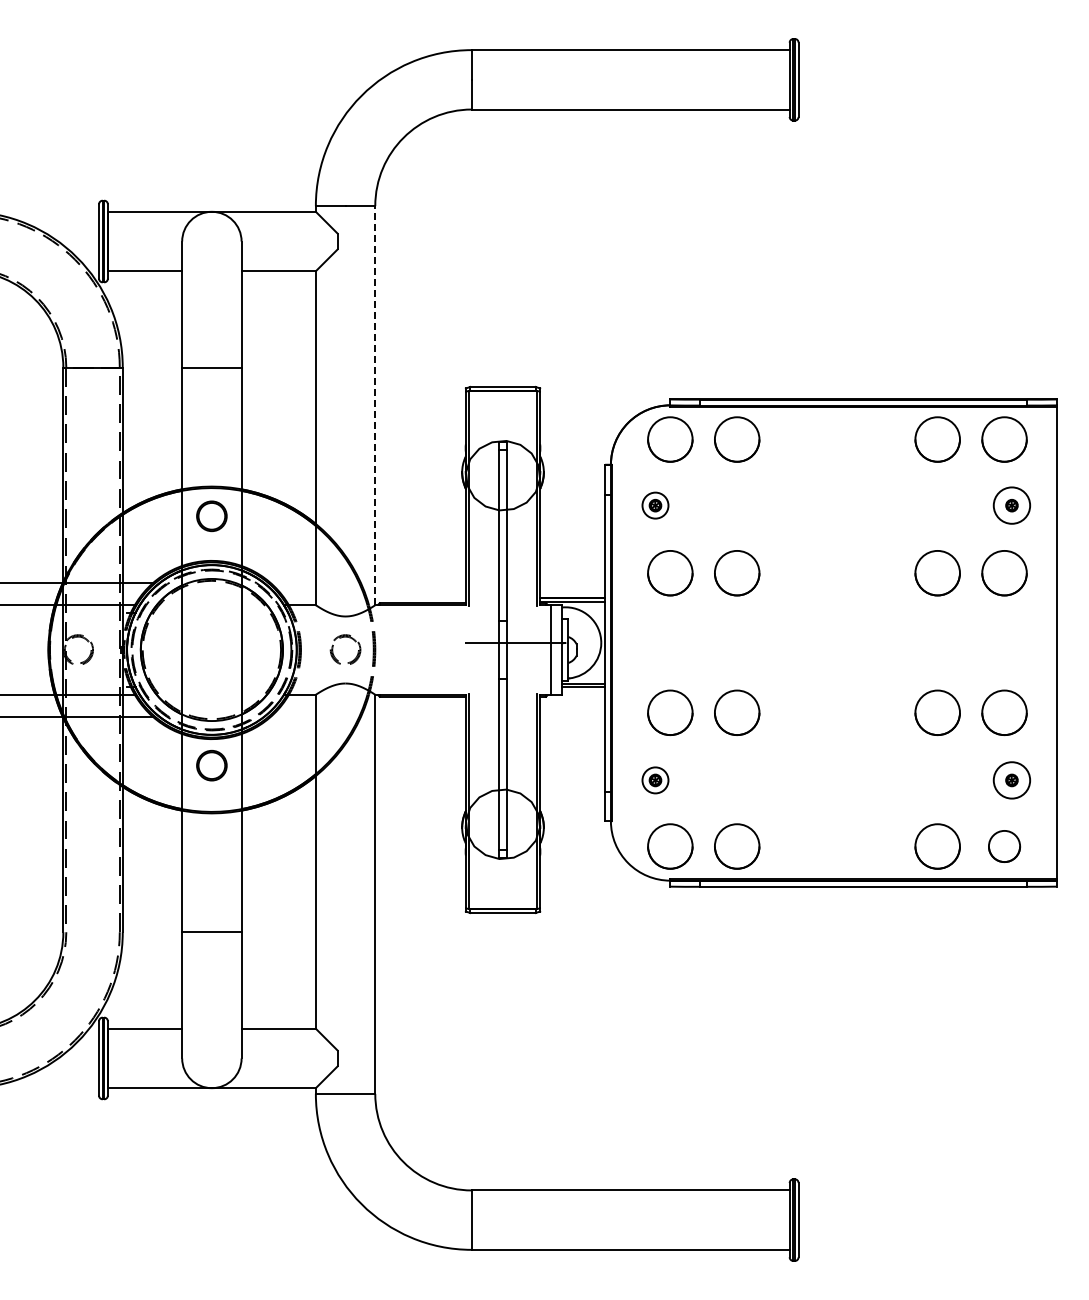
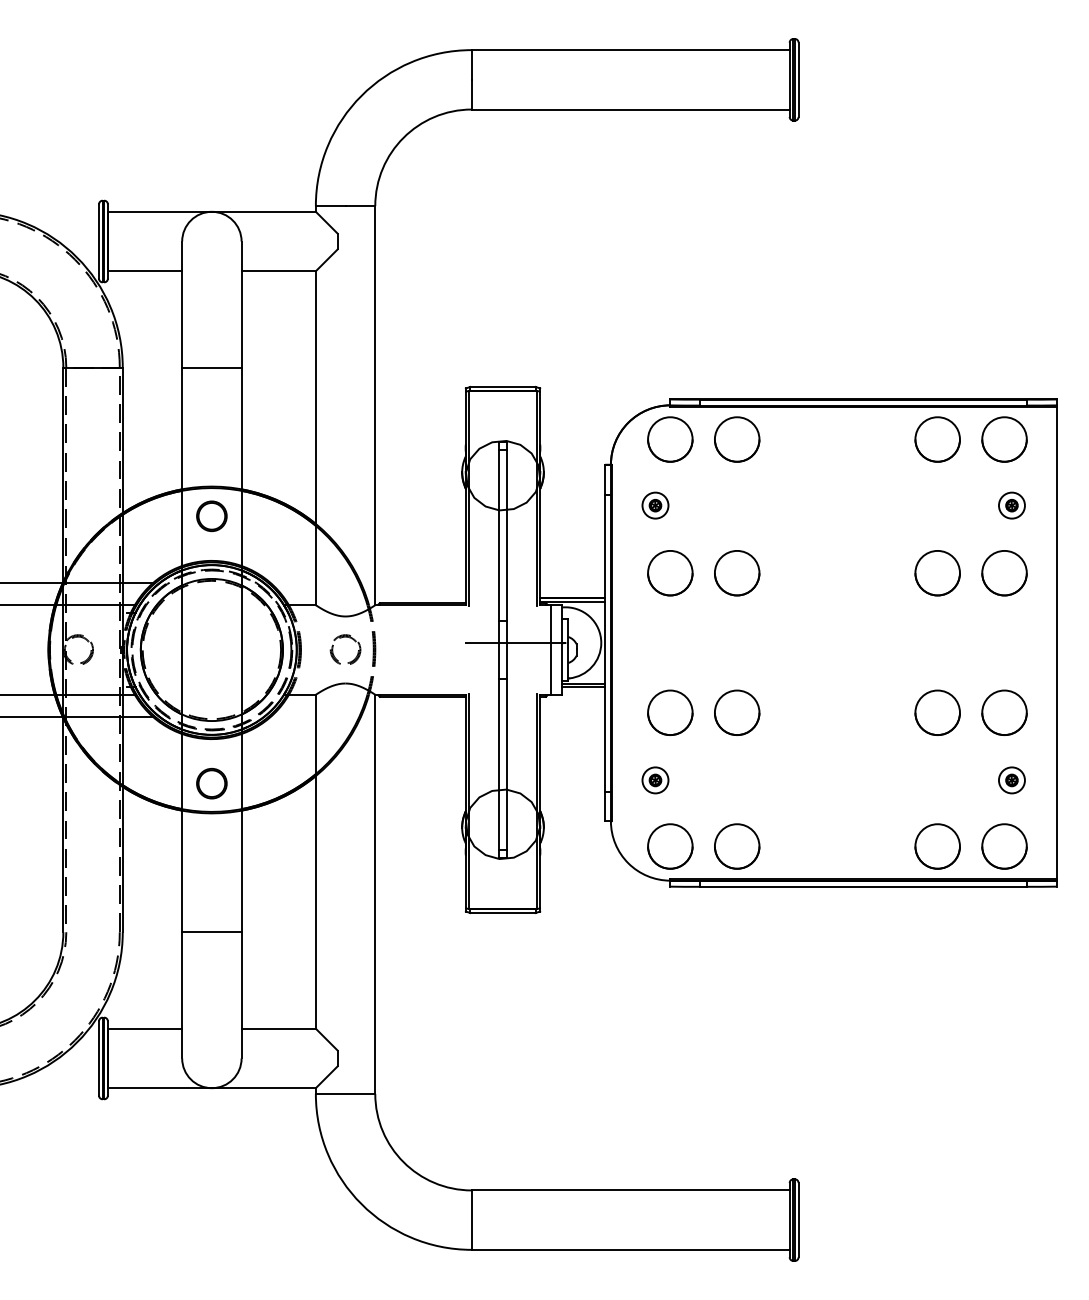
line at (375, 405): dashed -> solid
circle at (1011, 505) diameter: 36 px -> 26 px
part at (211, 765) position: (211, 765) -> (211, 783)
circle at (1011, 780) diameter: 36 px -> 26 px
circle at (1004, 846) size: 34x33 px -> 47x47 px
